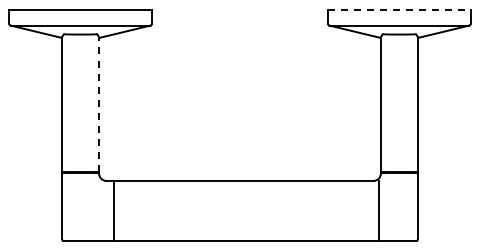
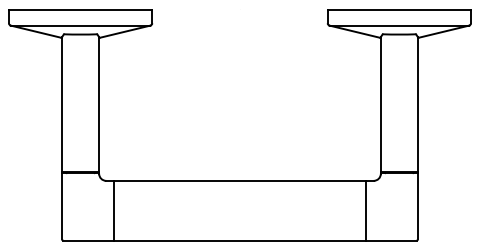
line at (399, 9): dashed -> solid
line at (99, 104): dashed -> solid
line at (378, 210) position: (378, 210) -> (365, 210)
